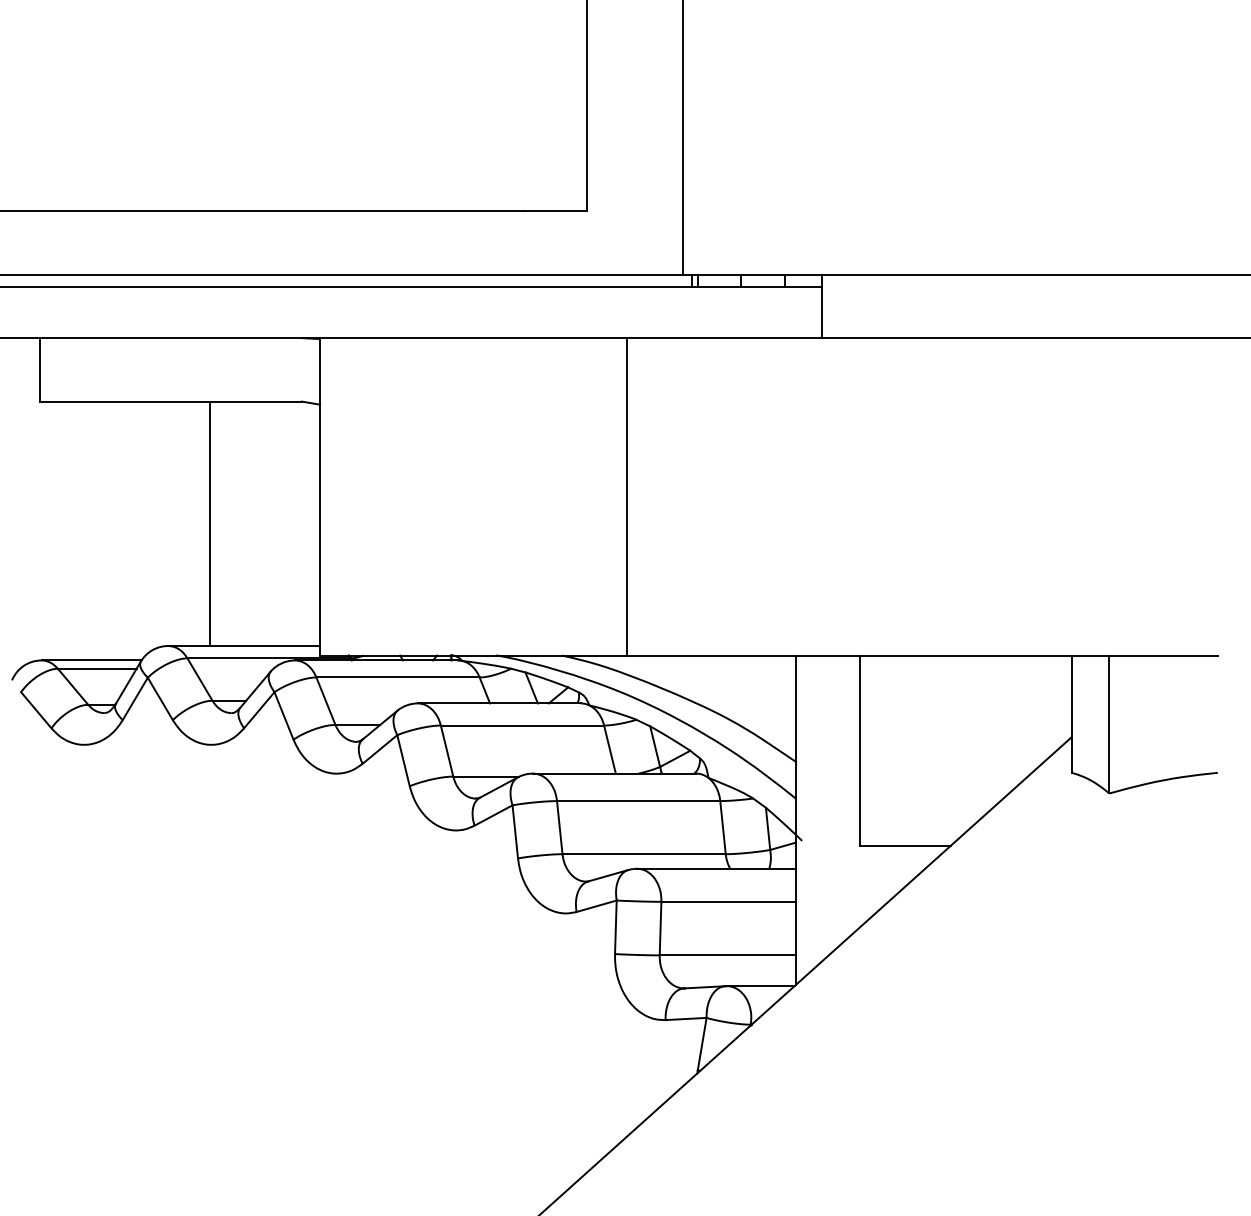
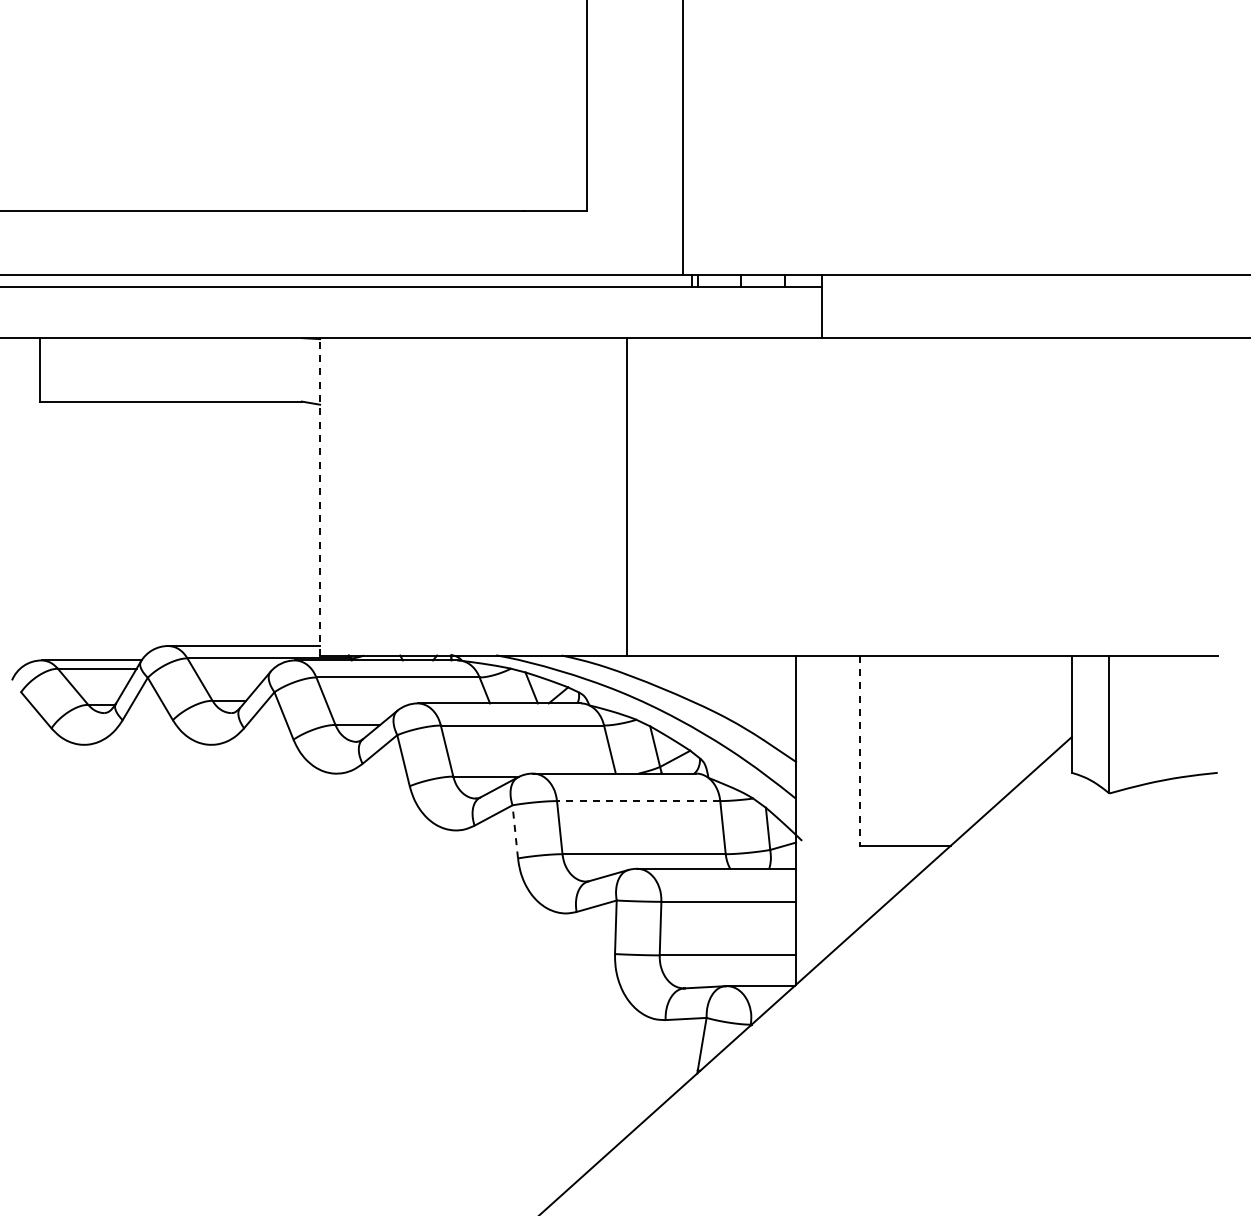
line at (320, 496): solid -> dashed
line at (209, 523): present -> none
line at (860, 751): solid -> dashed
line at (638, 801): solid -> dashed
line at (515, 831): solid -> dashed
